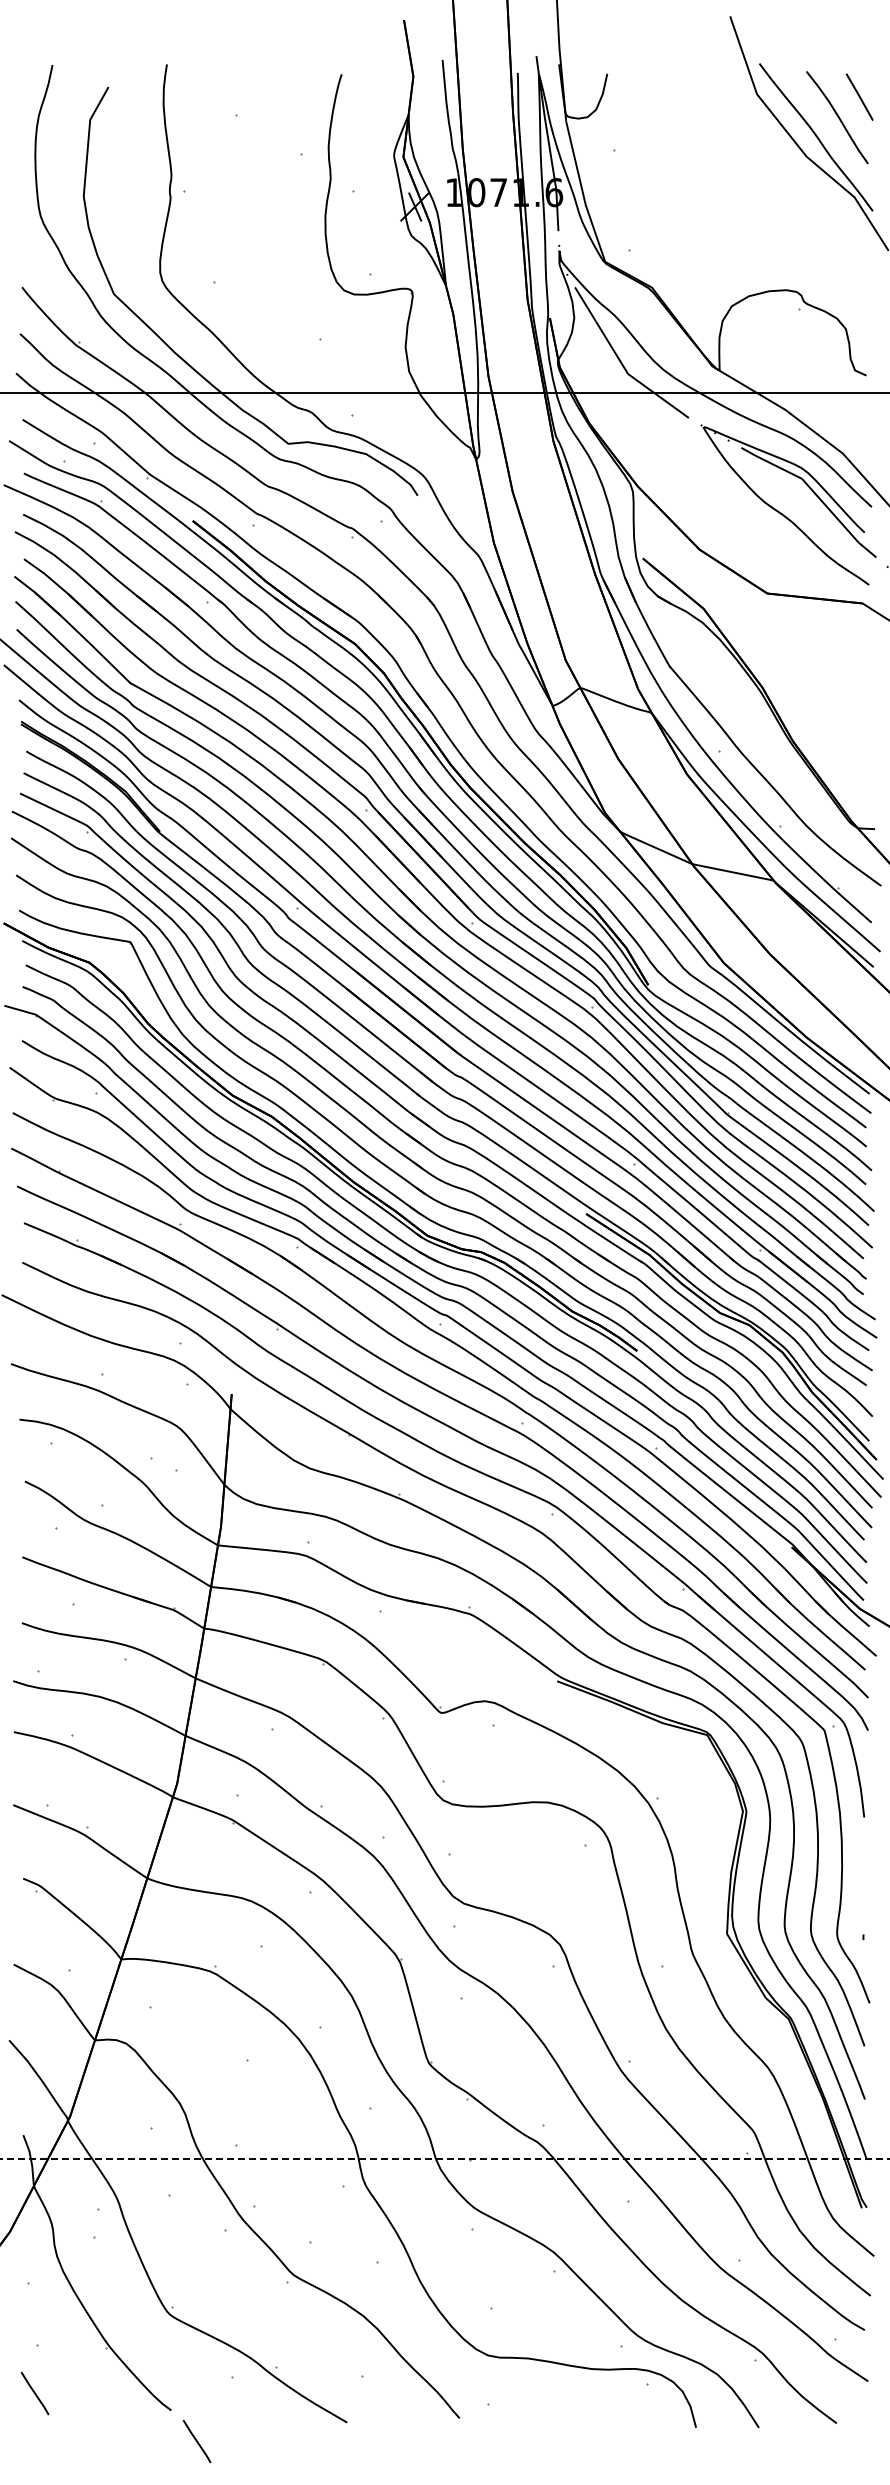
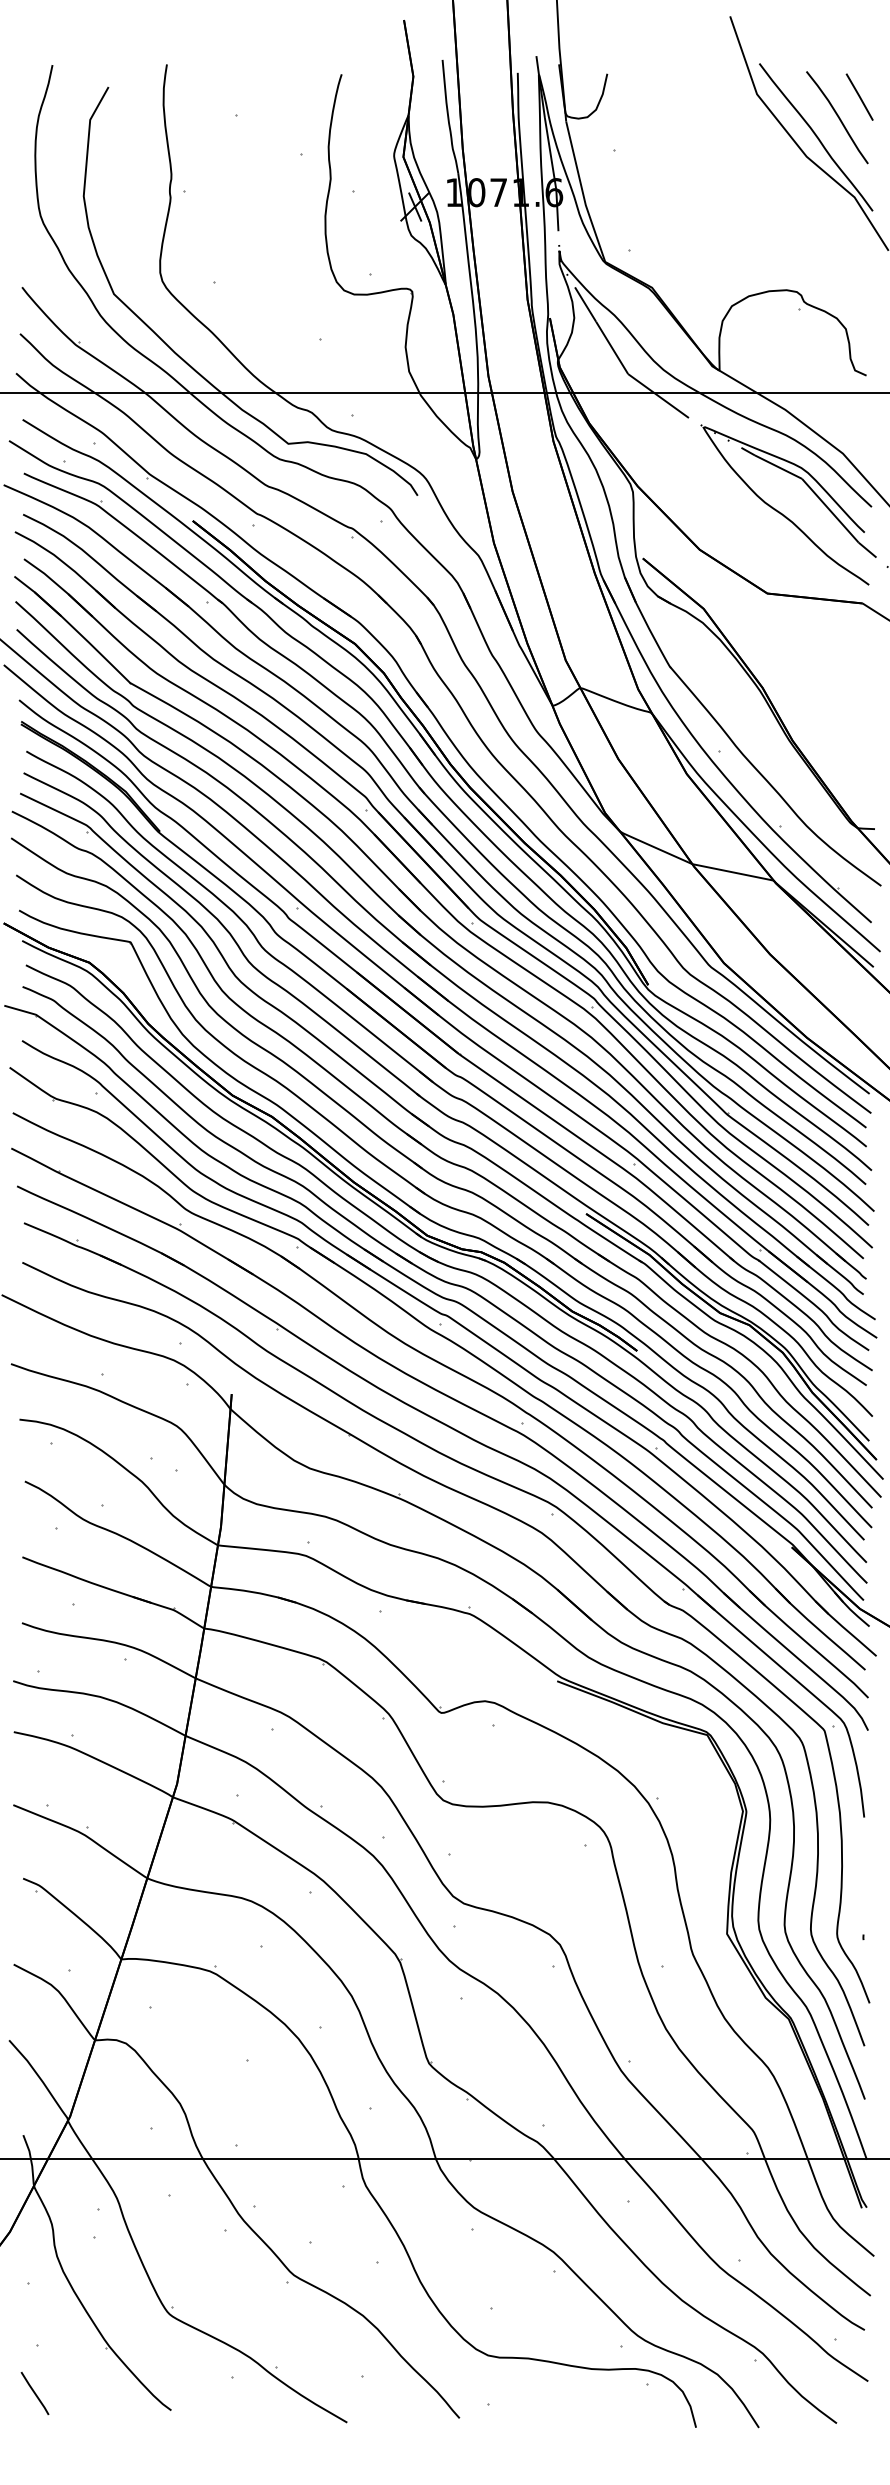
line at (444, 2159): dashed -> solid
line at (196, 2441): present -> none
